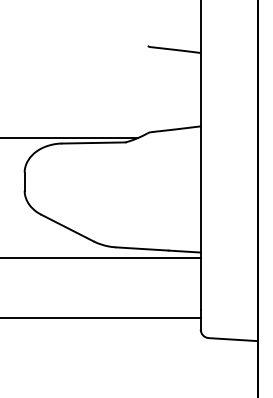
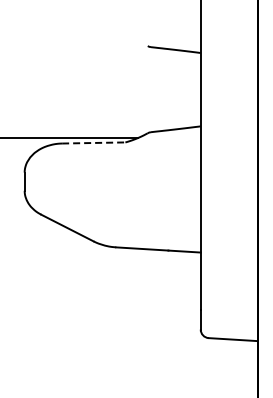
line at (93, 142): solid -> dashed
line at (101, 258): present -> none
line at (101, 318): present -> none
